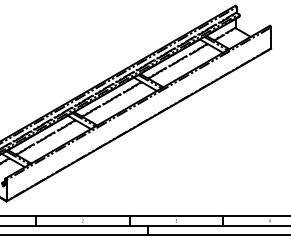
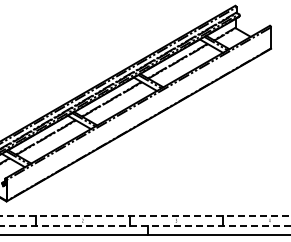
line at (145, 216): solid -> dashed
line at (145, 225): solid -> dashed
